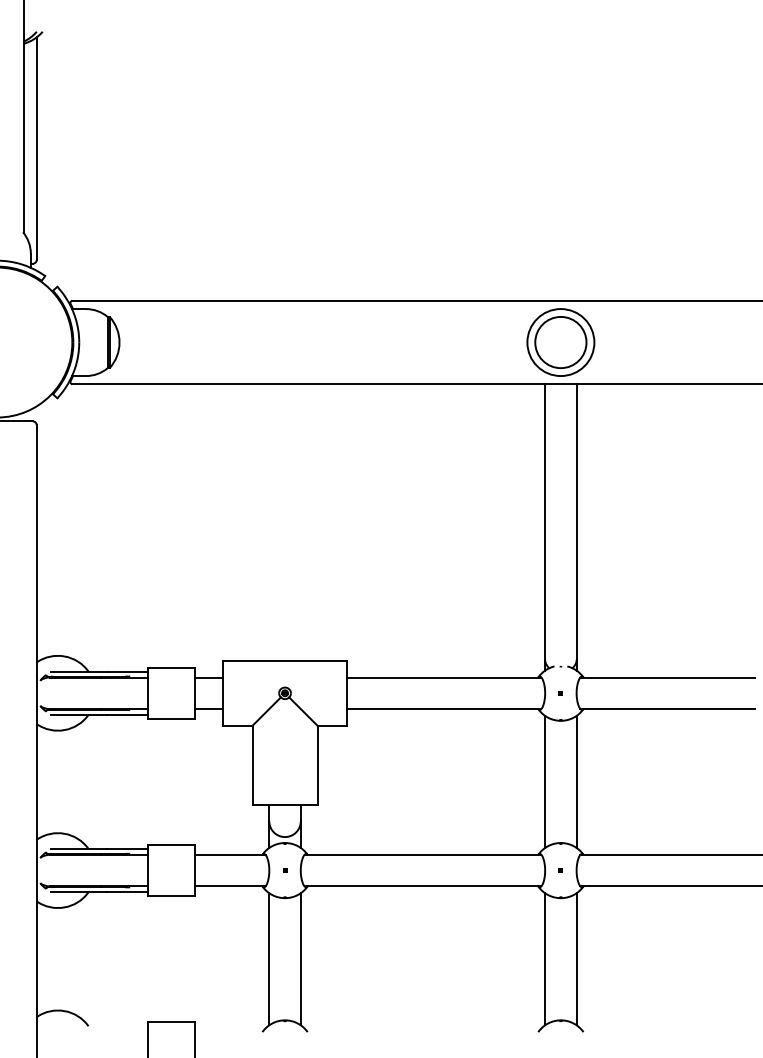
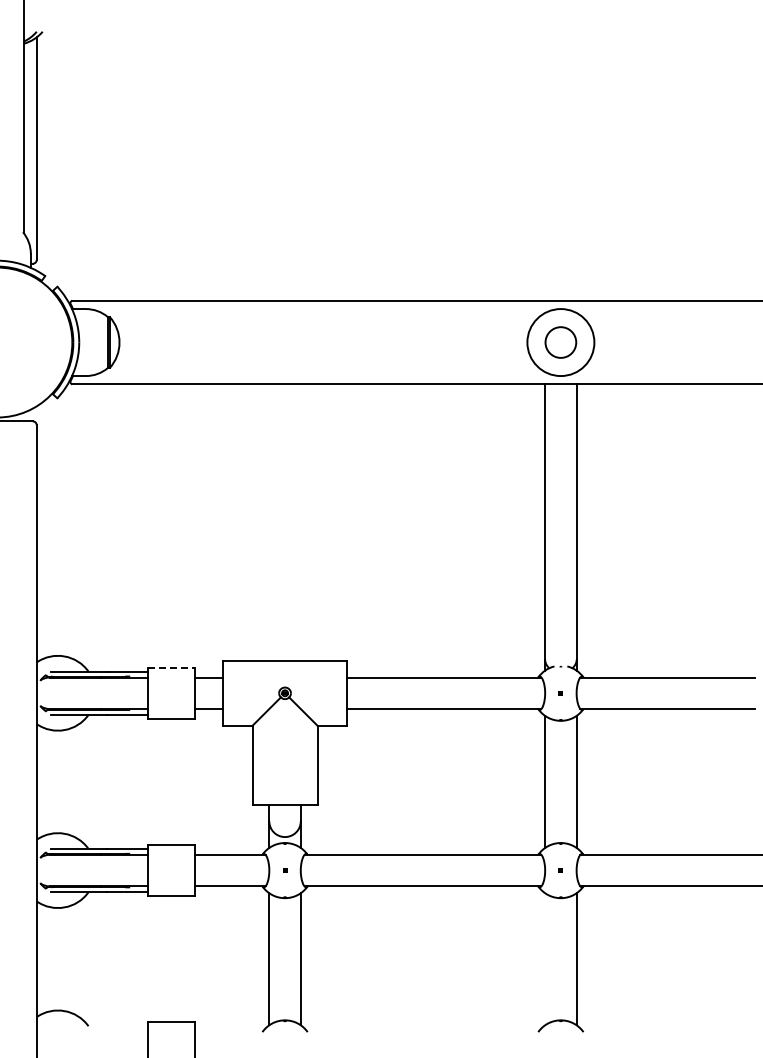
circle at (560, 342) diameter: 51 px -> 31 px
line at (171, 667): solid -> dashed
line at (545, 959): present -> none
